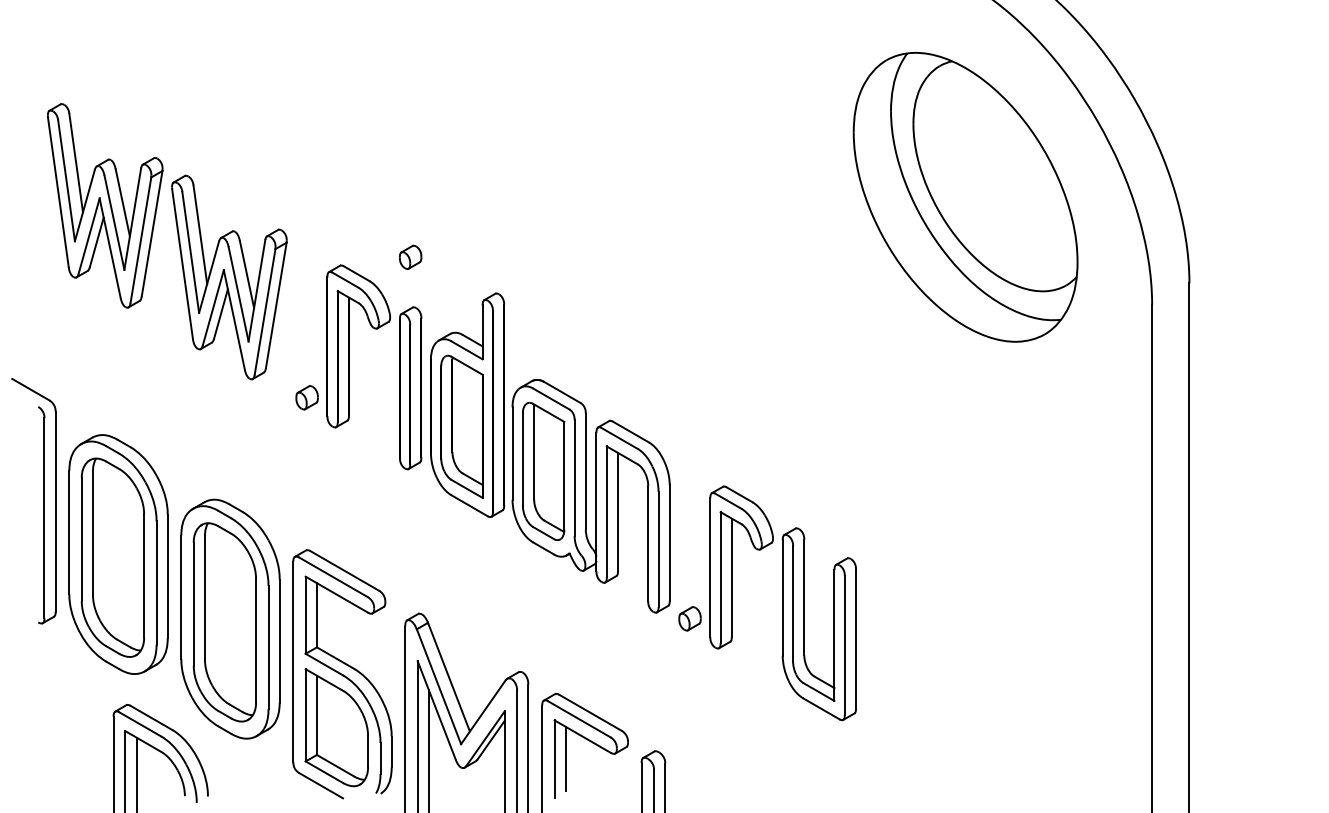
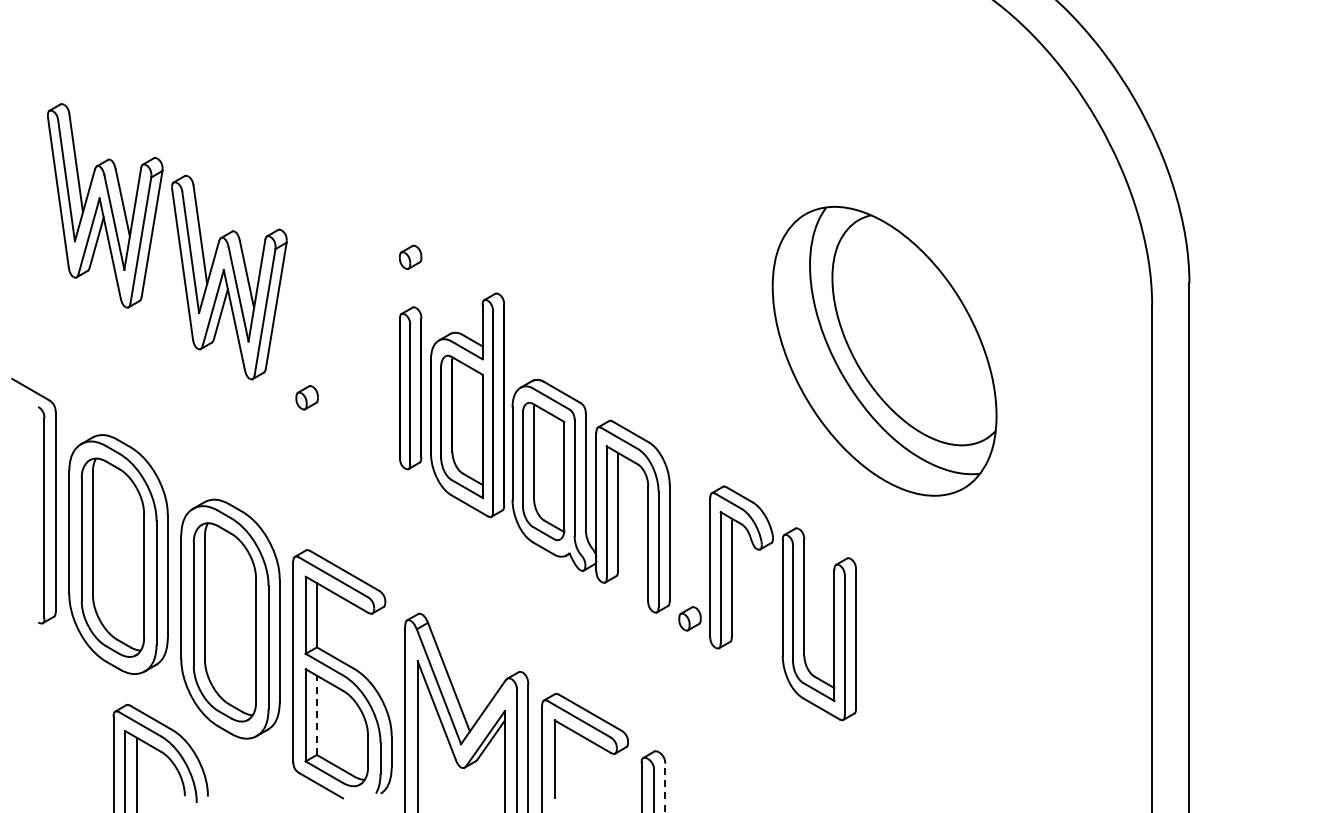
part at (965, 196) position: (965, 196) -> (884, 350)
part at (349, 346): present -> none
line at (316, 715): solid -> dashed
line at (428, 749): present -> none
line at (565, 758): present -> none
line at (665, 787): solid -> dashed
